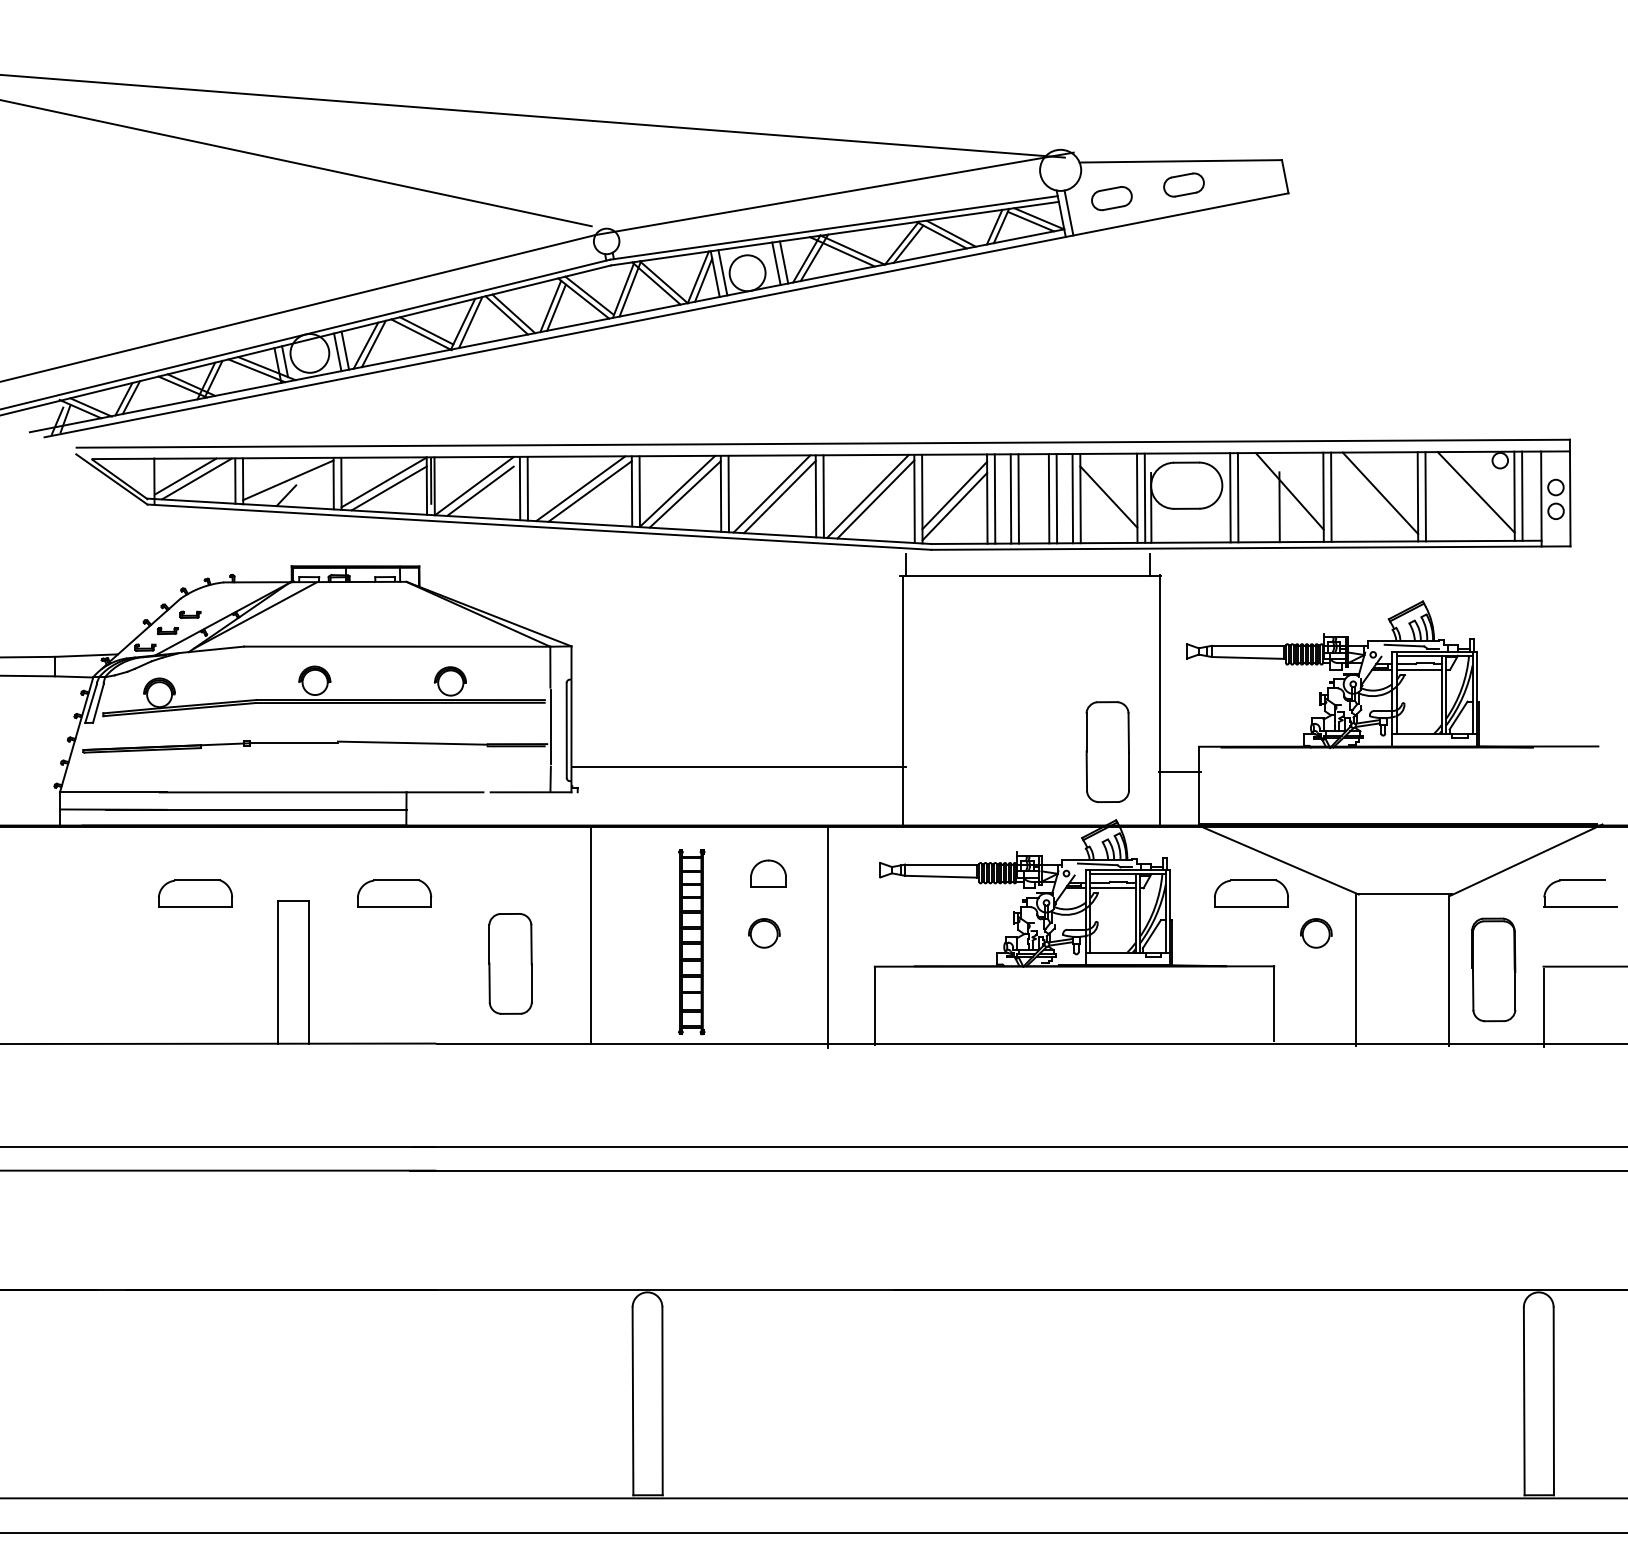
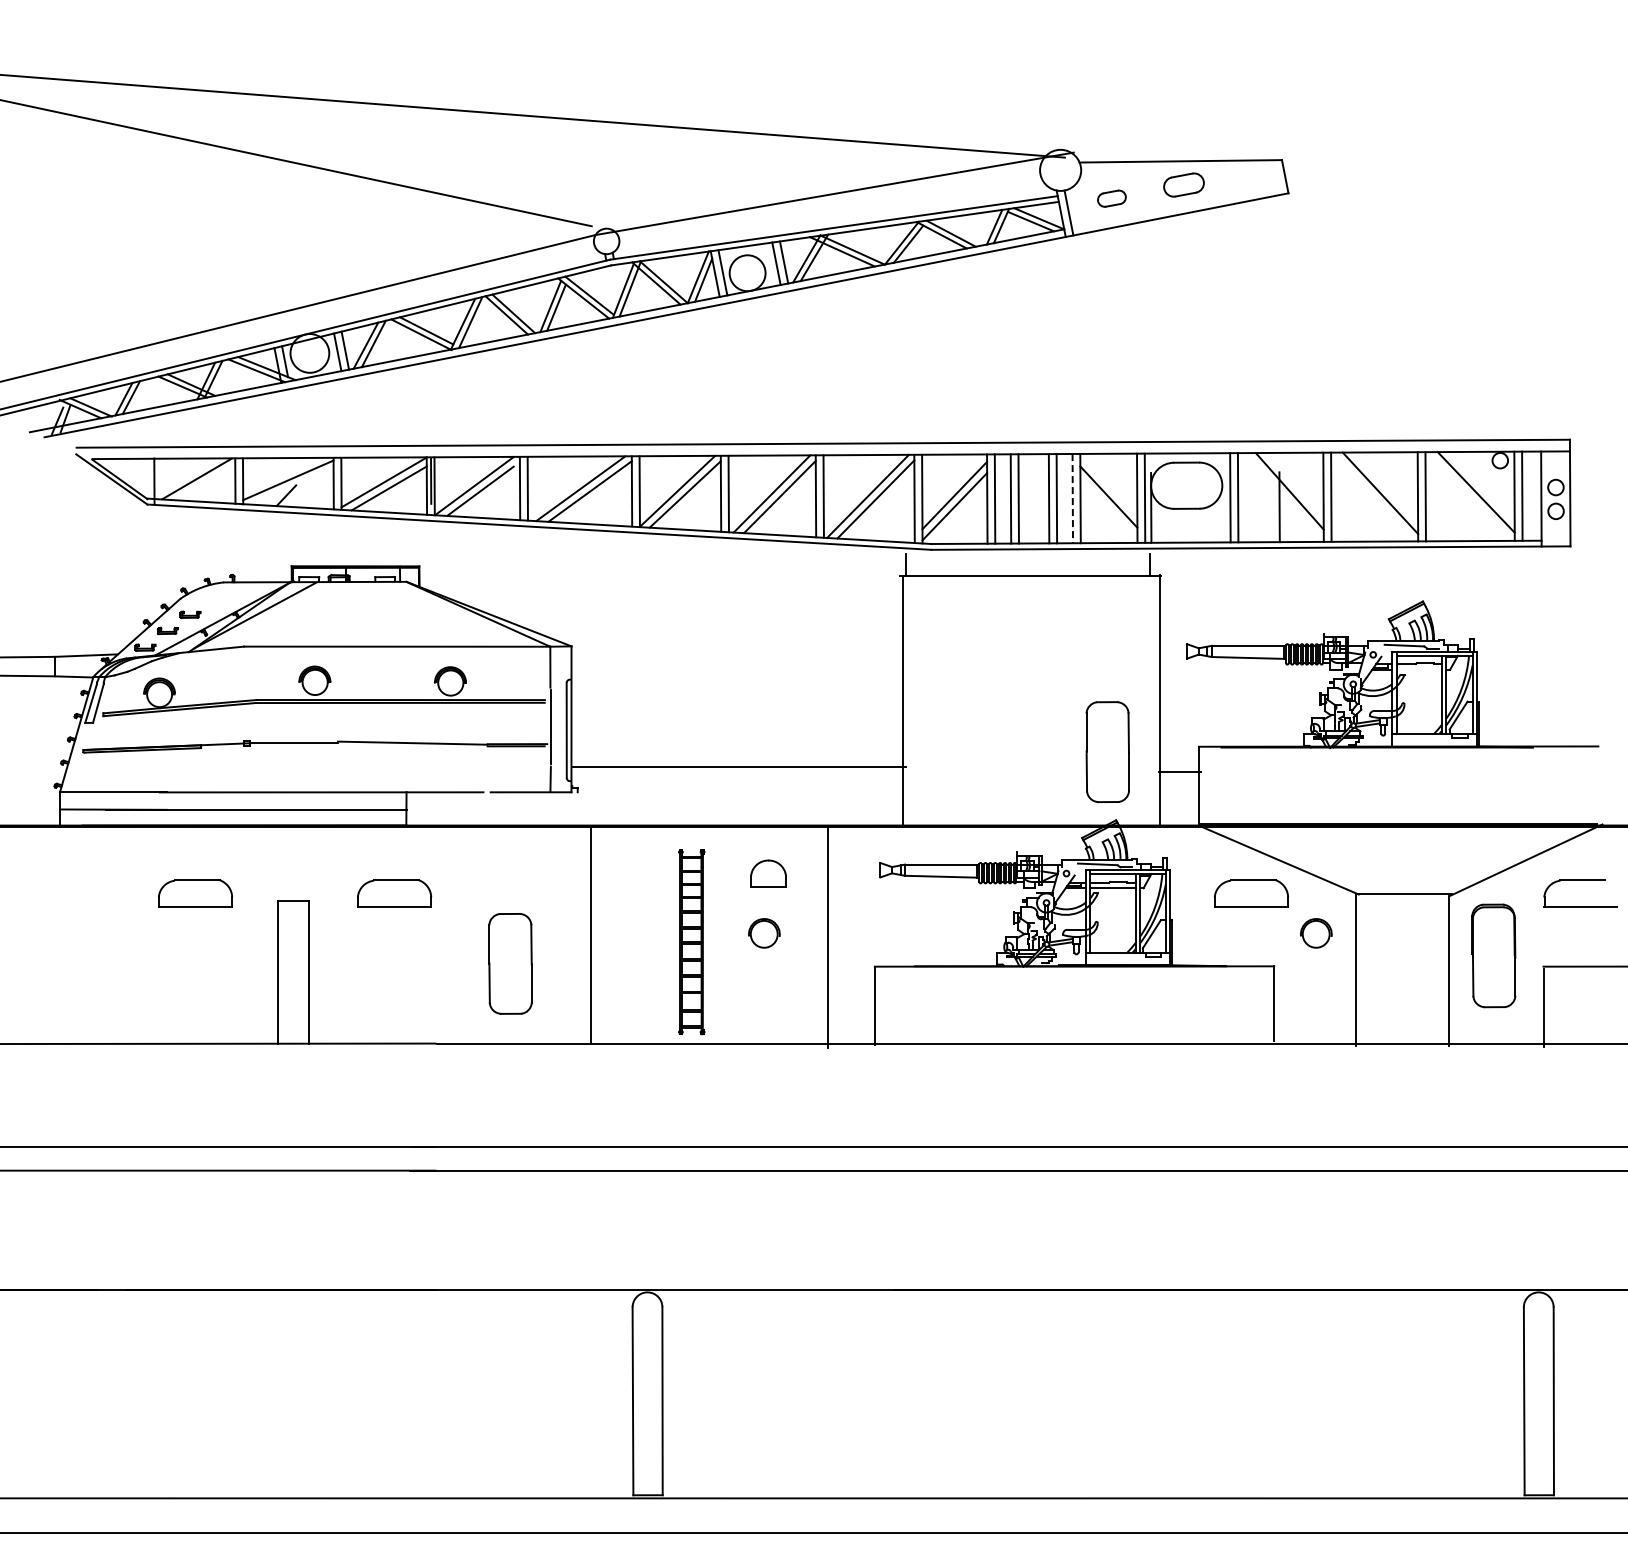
part at (1111, 198) size: 42x26 px -> 30x19 px
line at (185, 476): present -> none
line at (1072, 498): solid -> dashed
line at (1419, 669): present -> none
part at (1493, 969) position: (1493, 969) -> (1493, 955)
